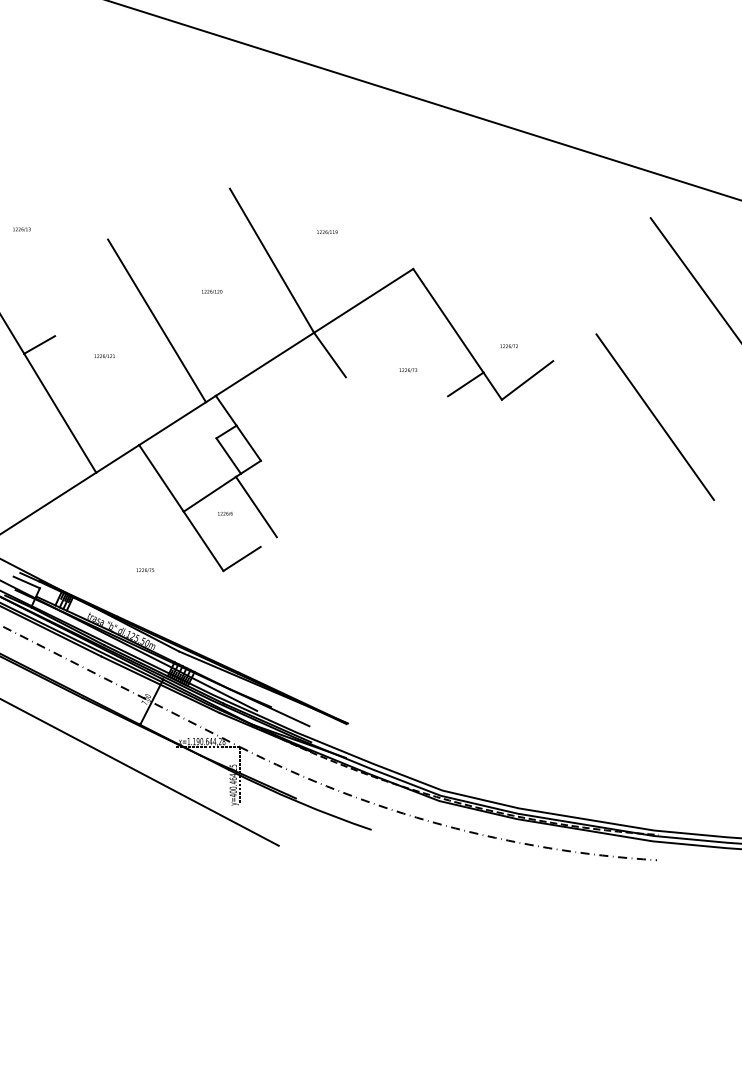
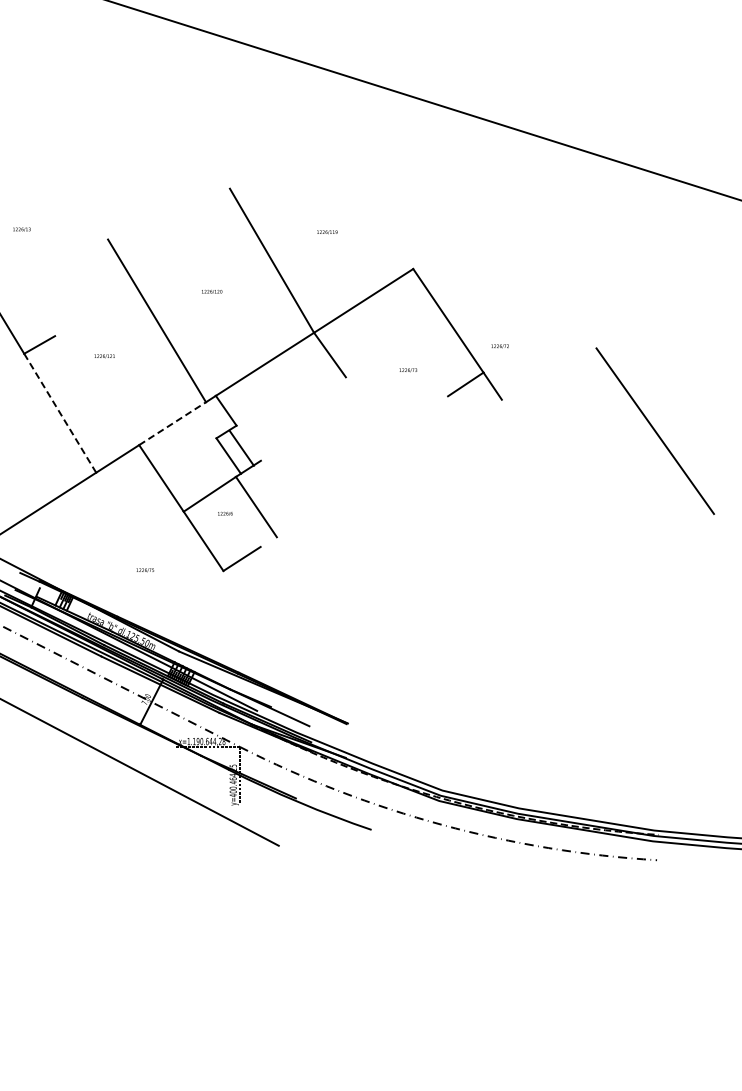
line at (694, 278): present -> none
text at (508, 346) position: (508, 346) -> (499, 346)
line at (527, 380): present -> none
line at (60, 413): solid -> dashed
line at (654, 416) position: (654, 416) -> (654, 430)
line at (172, 423): solid -> dashed
line at (248, 442) position: (248, 442) -> (241, 447)
line at (26, 582): present -> none
